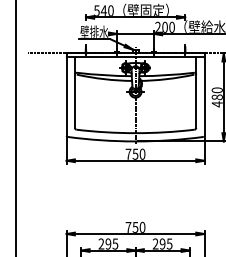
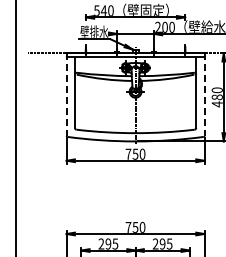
line at (66, 95): solid -> dashed
line at (204, 95): solid -> dashed
